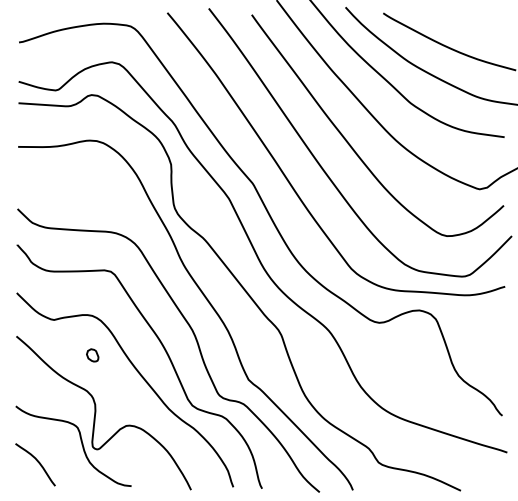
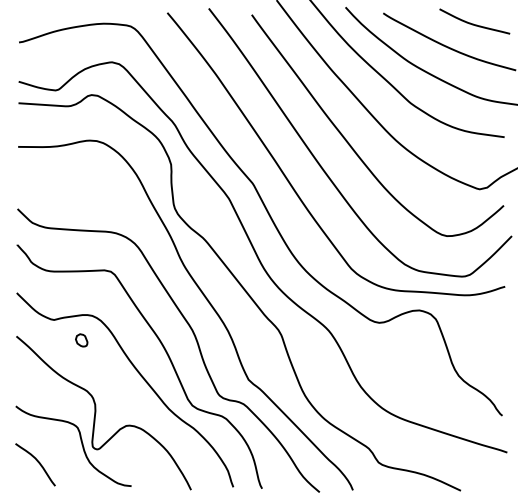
curve at (473, 23): none -> present
part at (92, 355) position: (92, 355) -> (81, 340)
